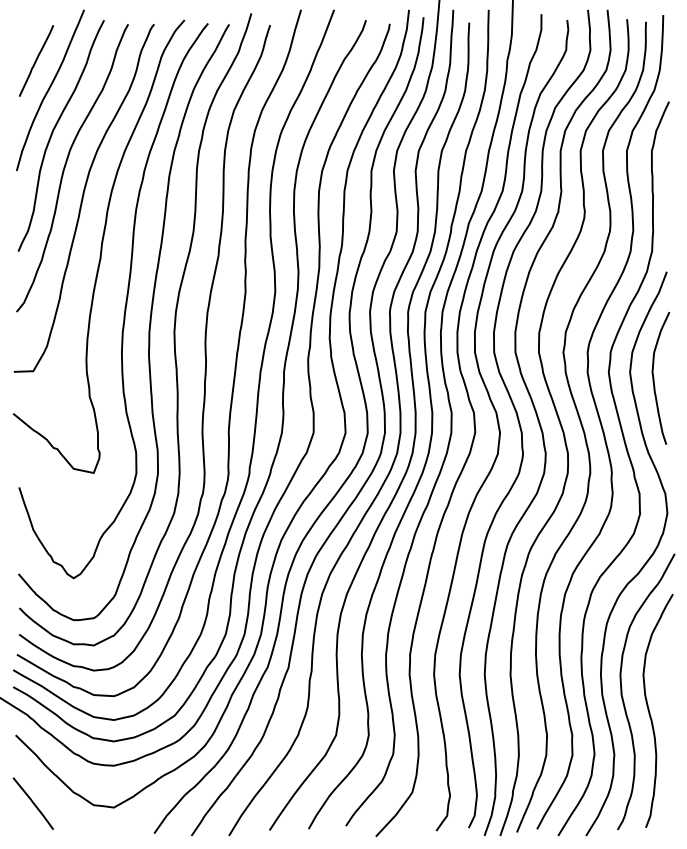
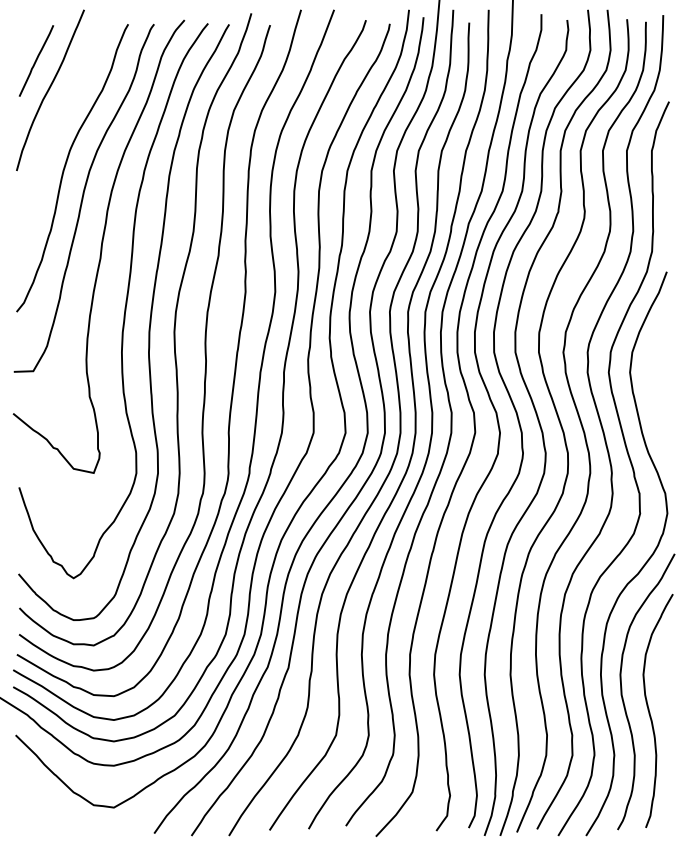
curve at (53, 132): present -> none
curve at (654, 378): present -> none
line at (32, 803): present -> none
